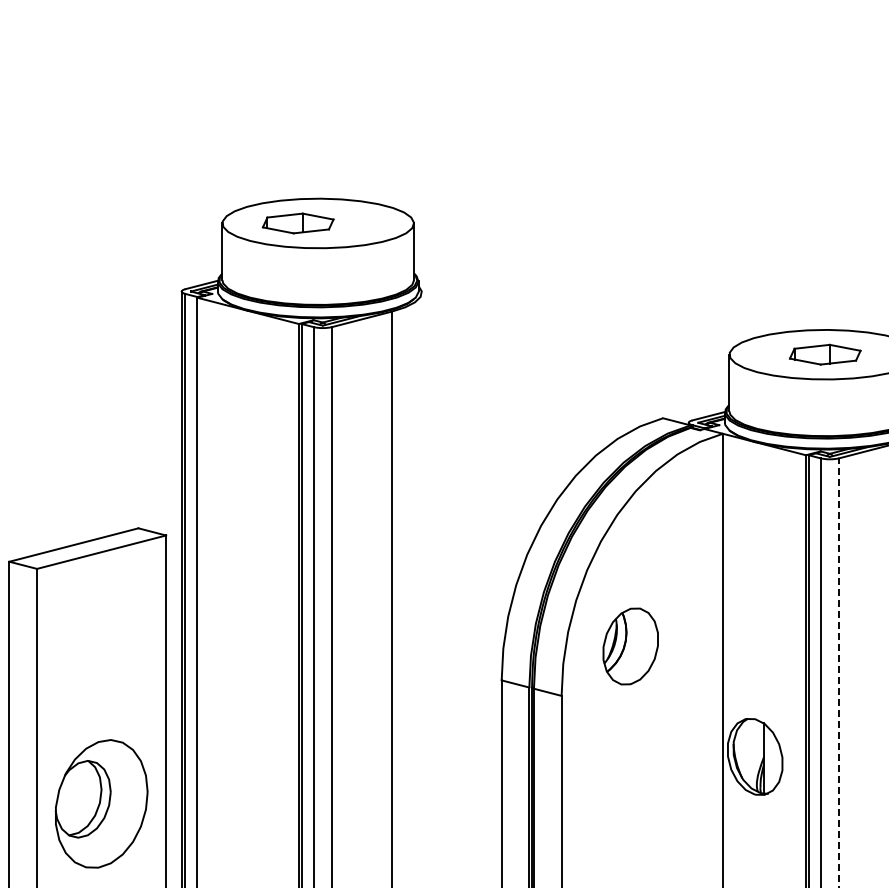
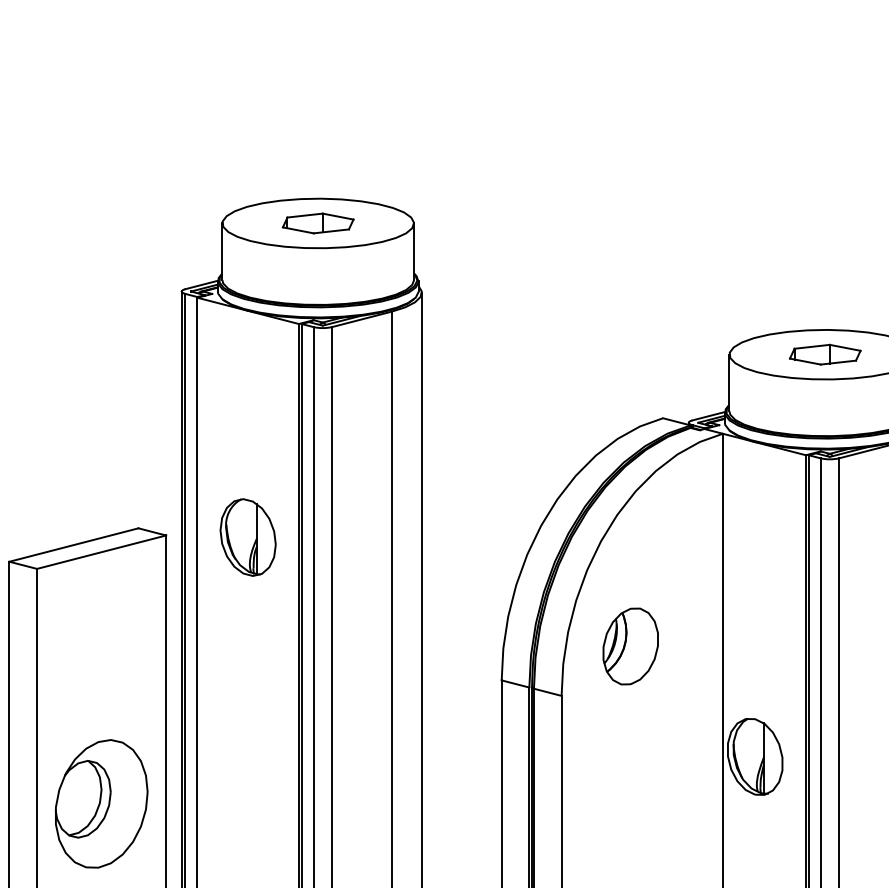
part at (297, 223) position: (297, 223) -> (317, 223)
part at (247, 537): none -> present
line at (421, 588): none -> present
line at (839, 672): dashed -> solid
